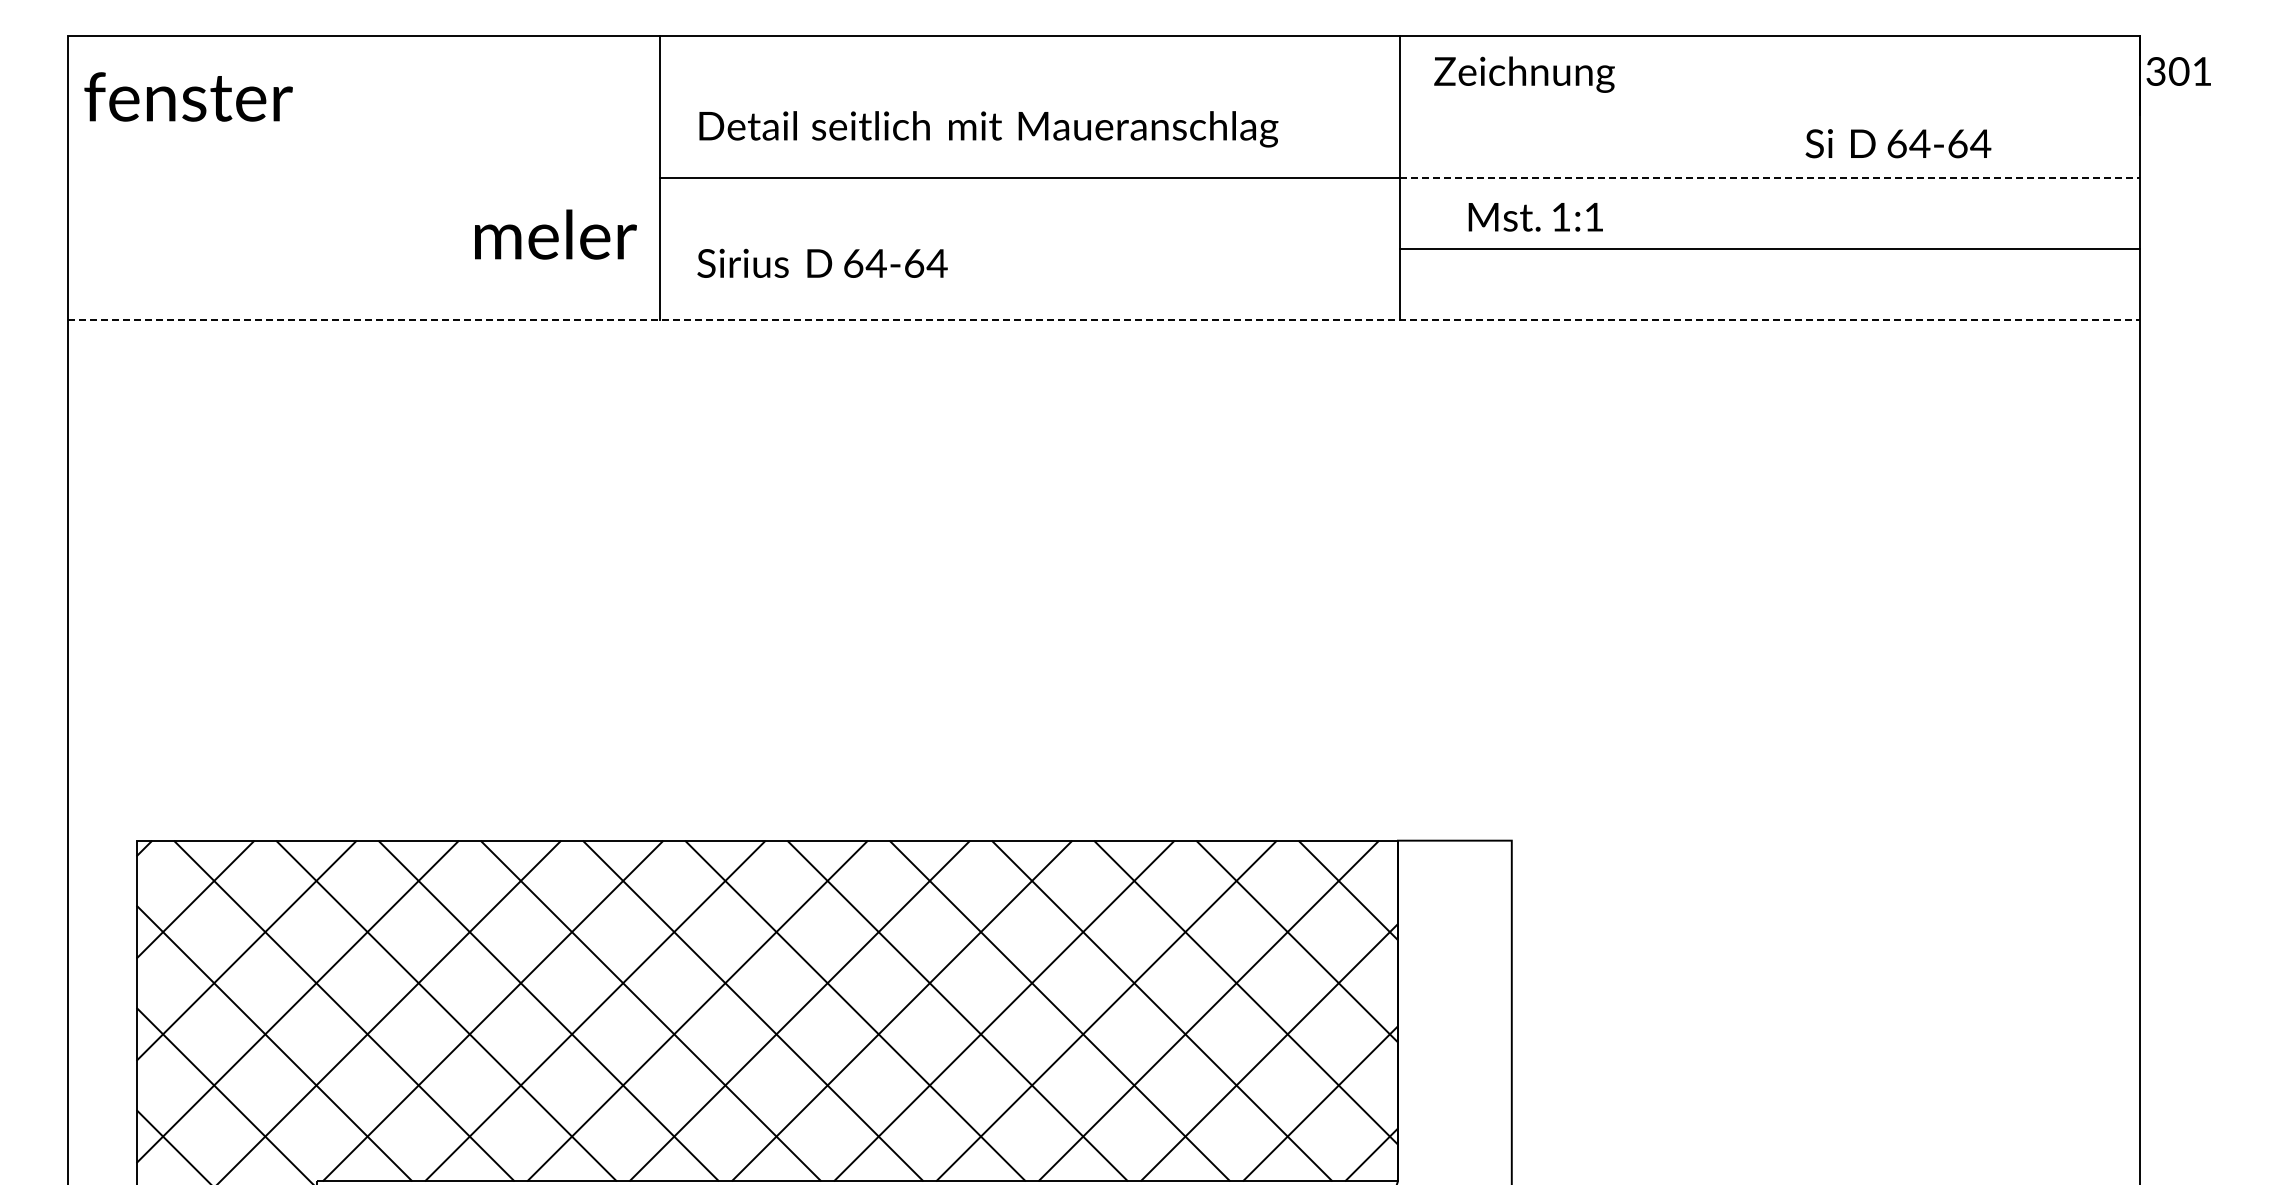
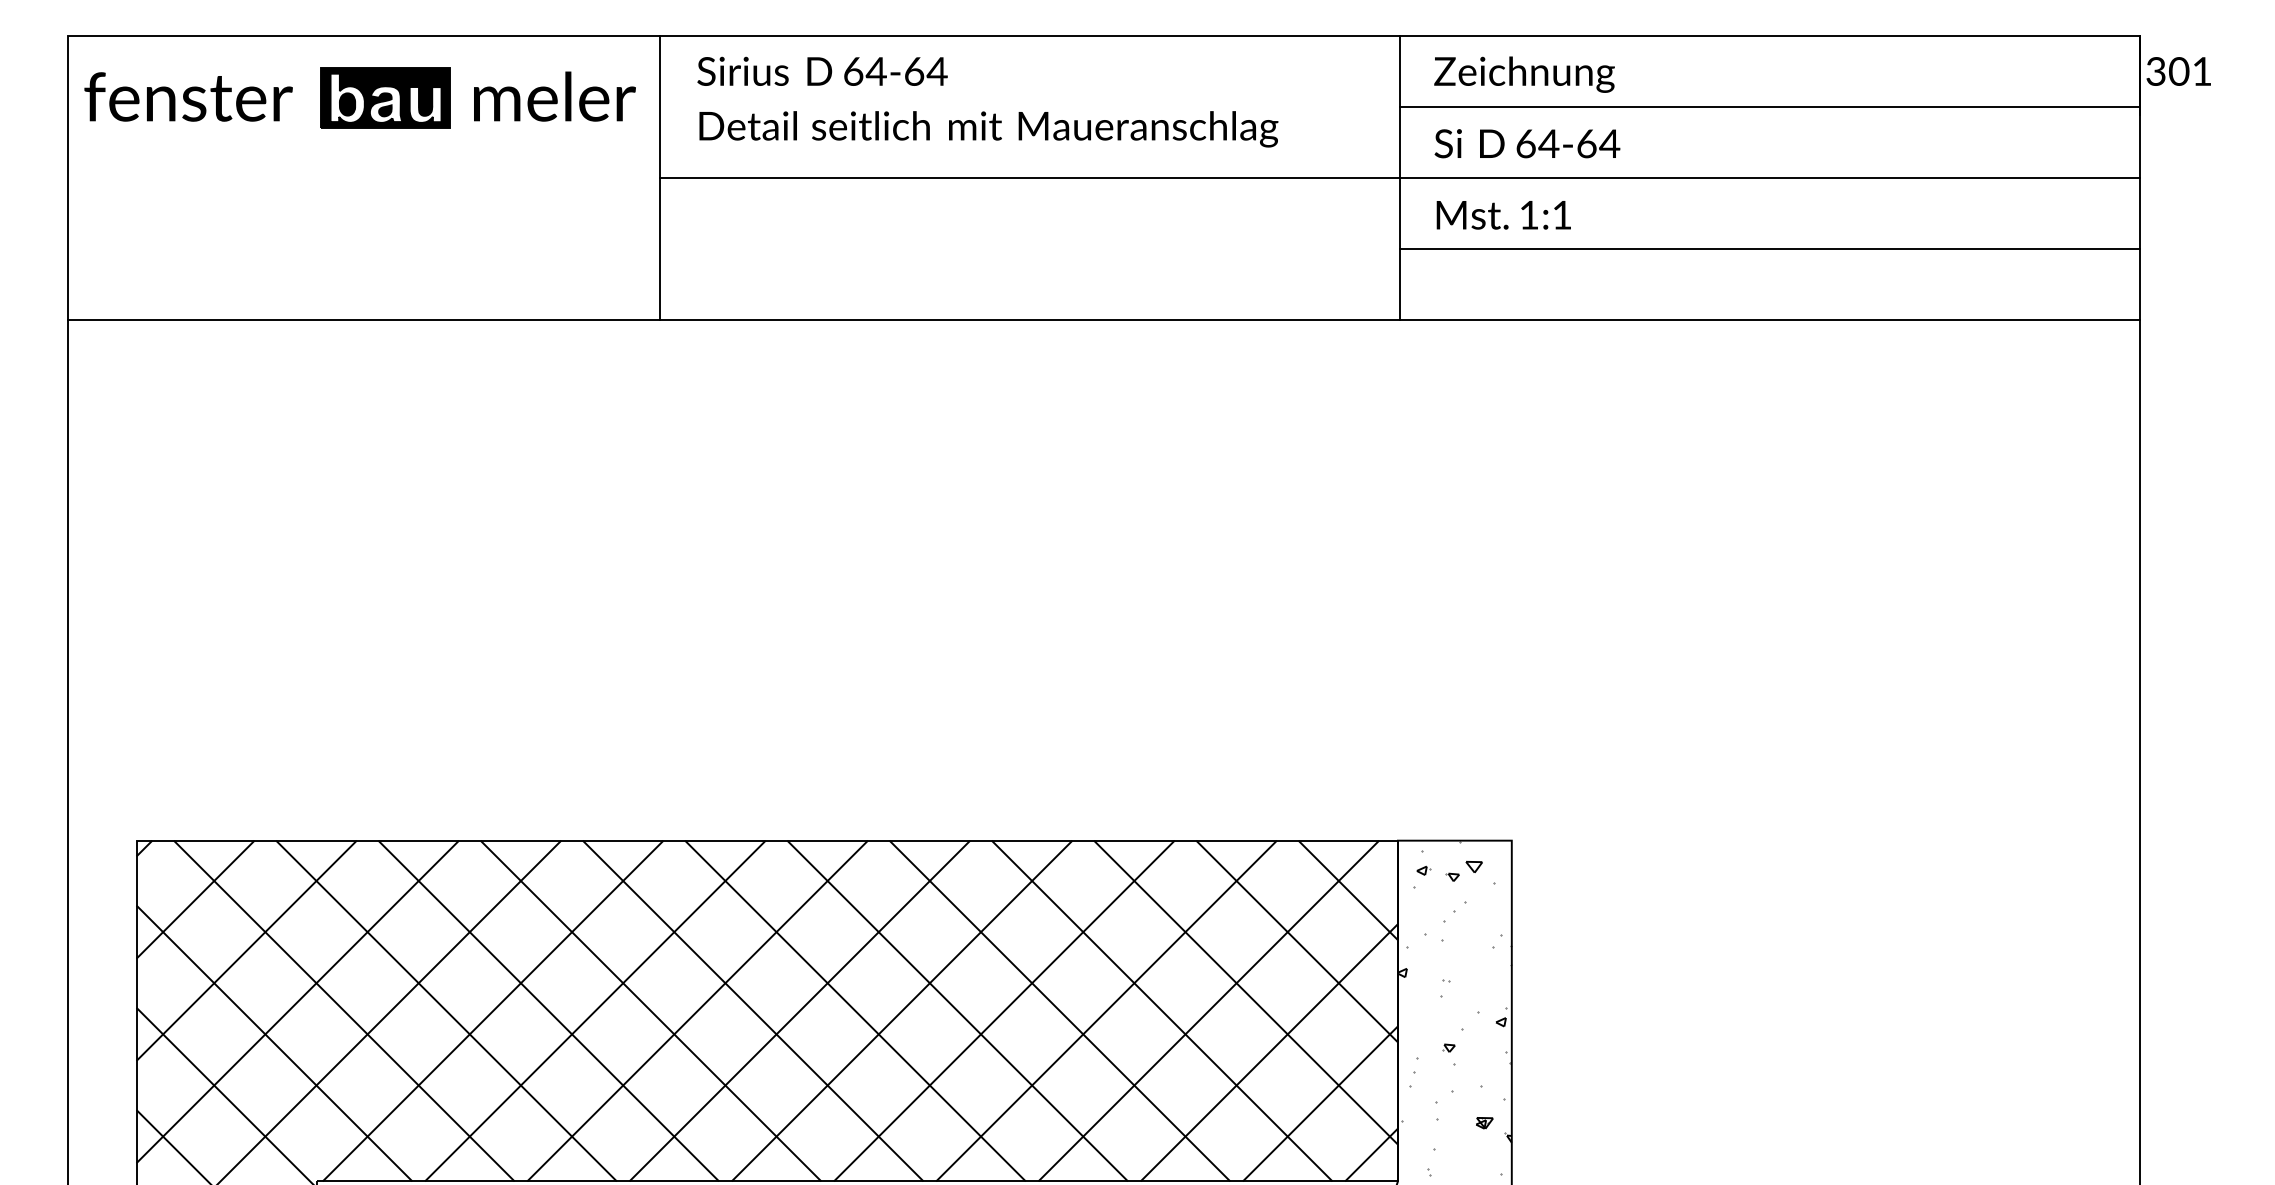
part at (385, 97): none -> present
line at (1770, 106): none -> present
text at (1898, 143) position: (1898, 143) -> (1527, 143)
line at (1770, 177): dashed -> solid
text at (1535, 217) position: (1535, 217) -> (1503, 215)
text at (555, 234) position: (555, 234) -> (554, 96)
text at (822, 262) position: (822, 262) -> (822, 70)
line at (1104, 320): dashed -> solid
hatch at (1454, 1007): none -> present
